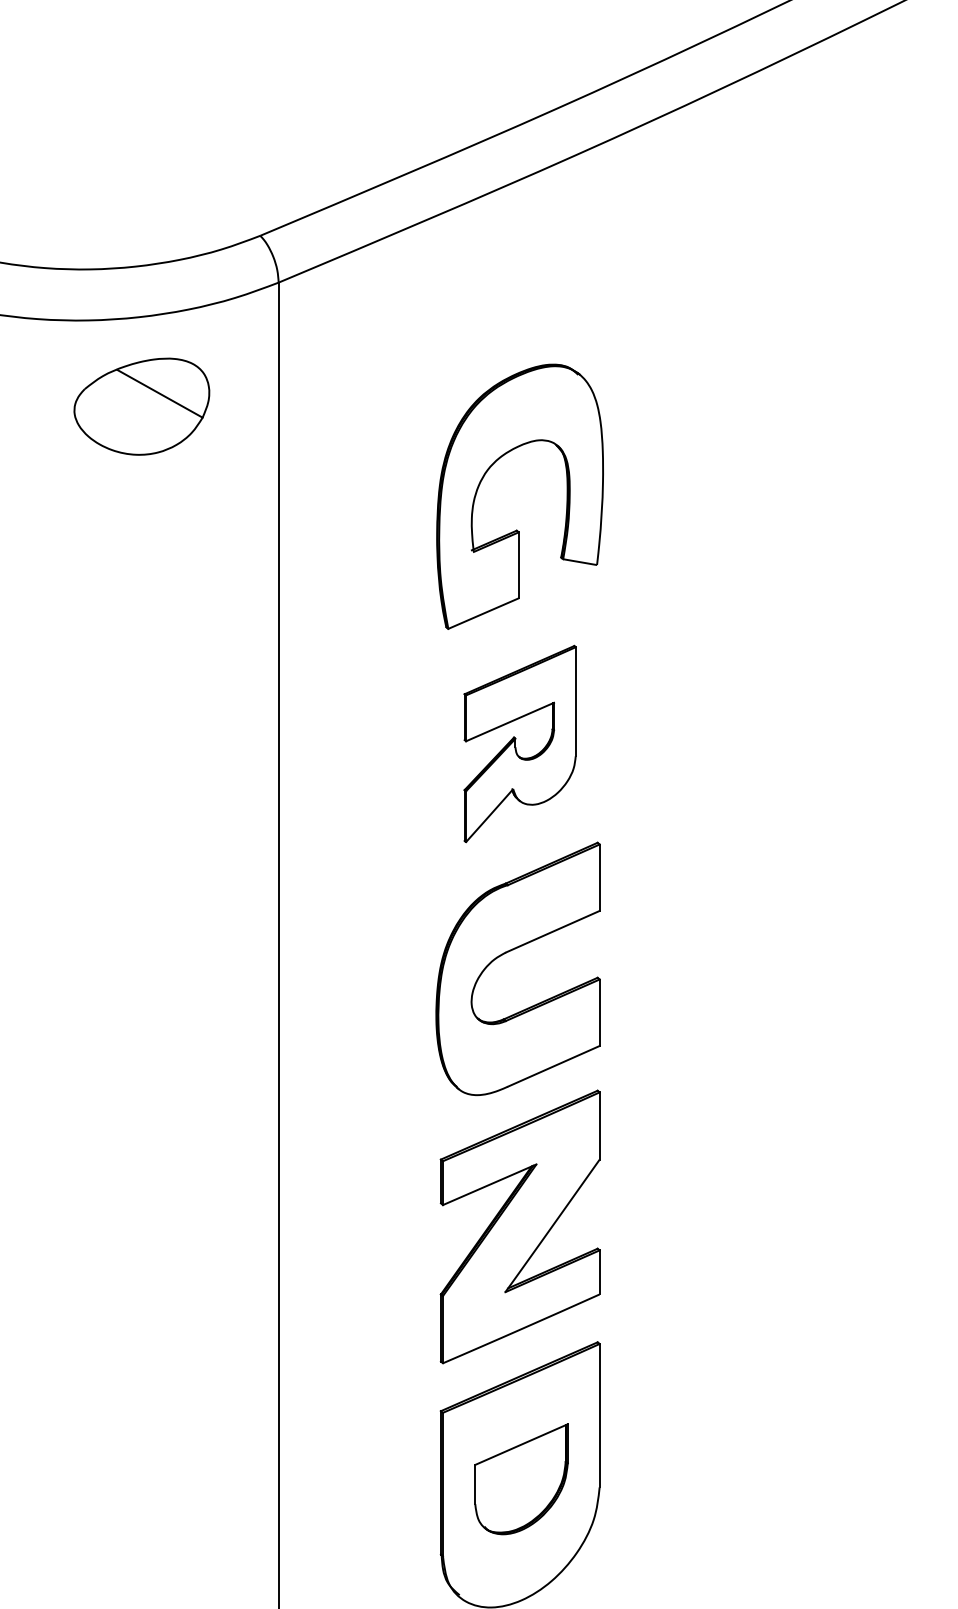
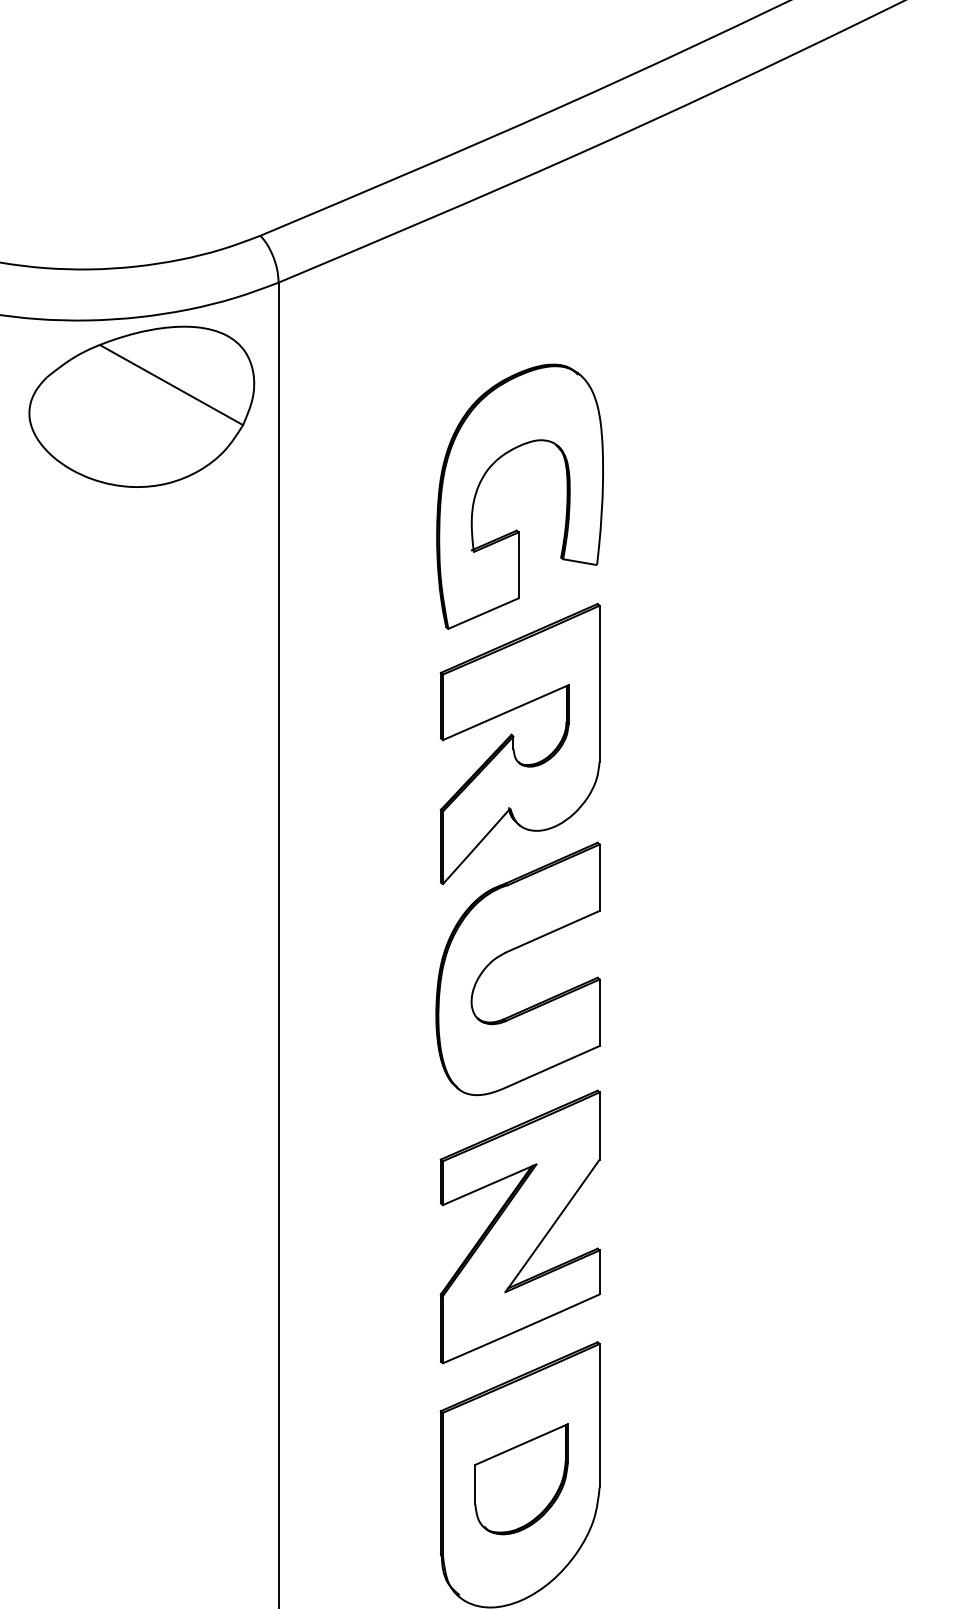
part at (141, 406) size: 138x99 px -> 228x163 px
part at (519, 743) size: 114x200 px -> 162x284 px
